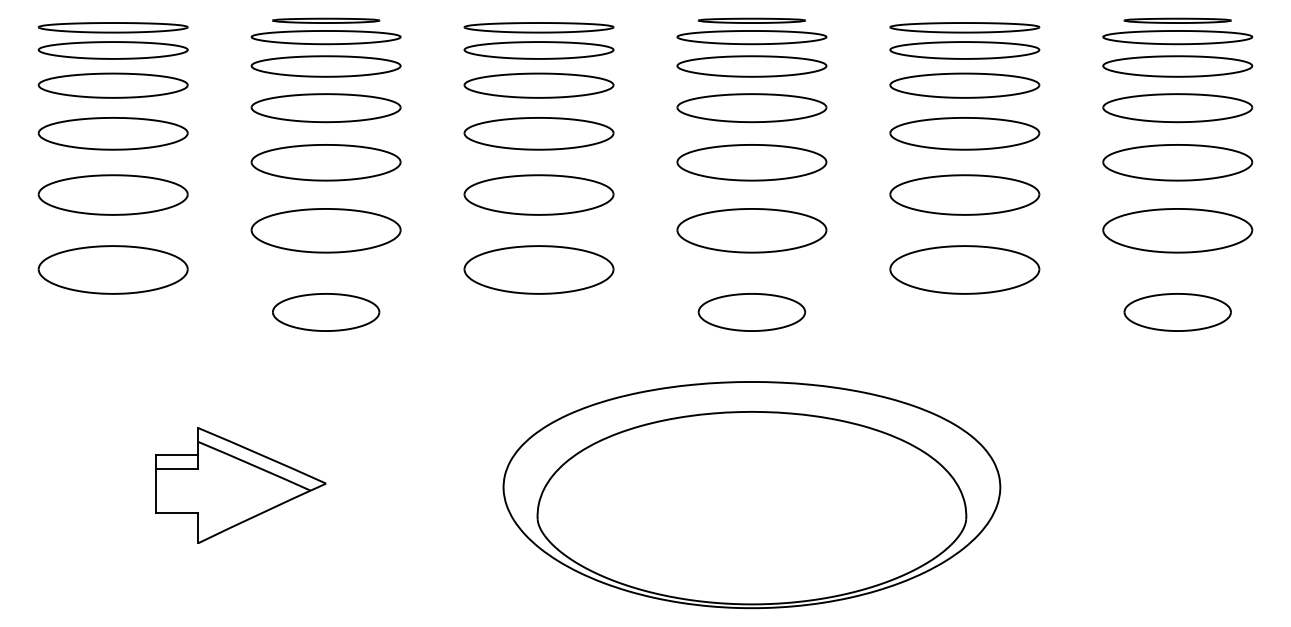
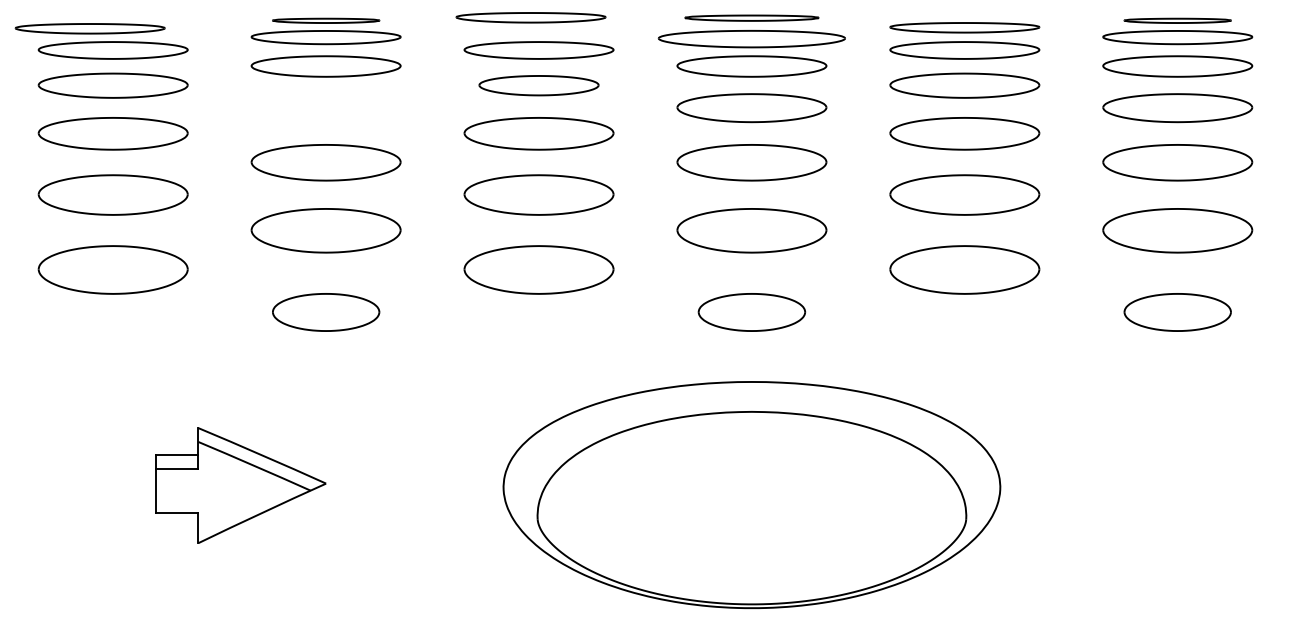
part at (112, 27) position: (112, 27) -> (89, 28)
part at (538, 27) position: (538, 27) -> (530, 17)
part at (751, 31) size: 152x29 px -> 189x35 px
part at (538, 85) size: 152x27 px -> 122x22 px
part at (325, 108): present -> none
